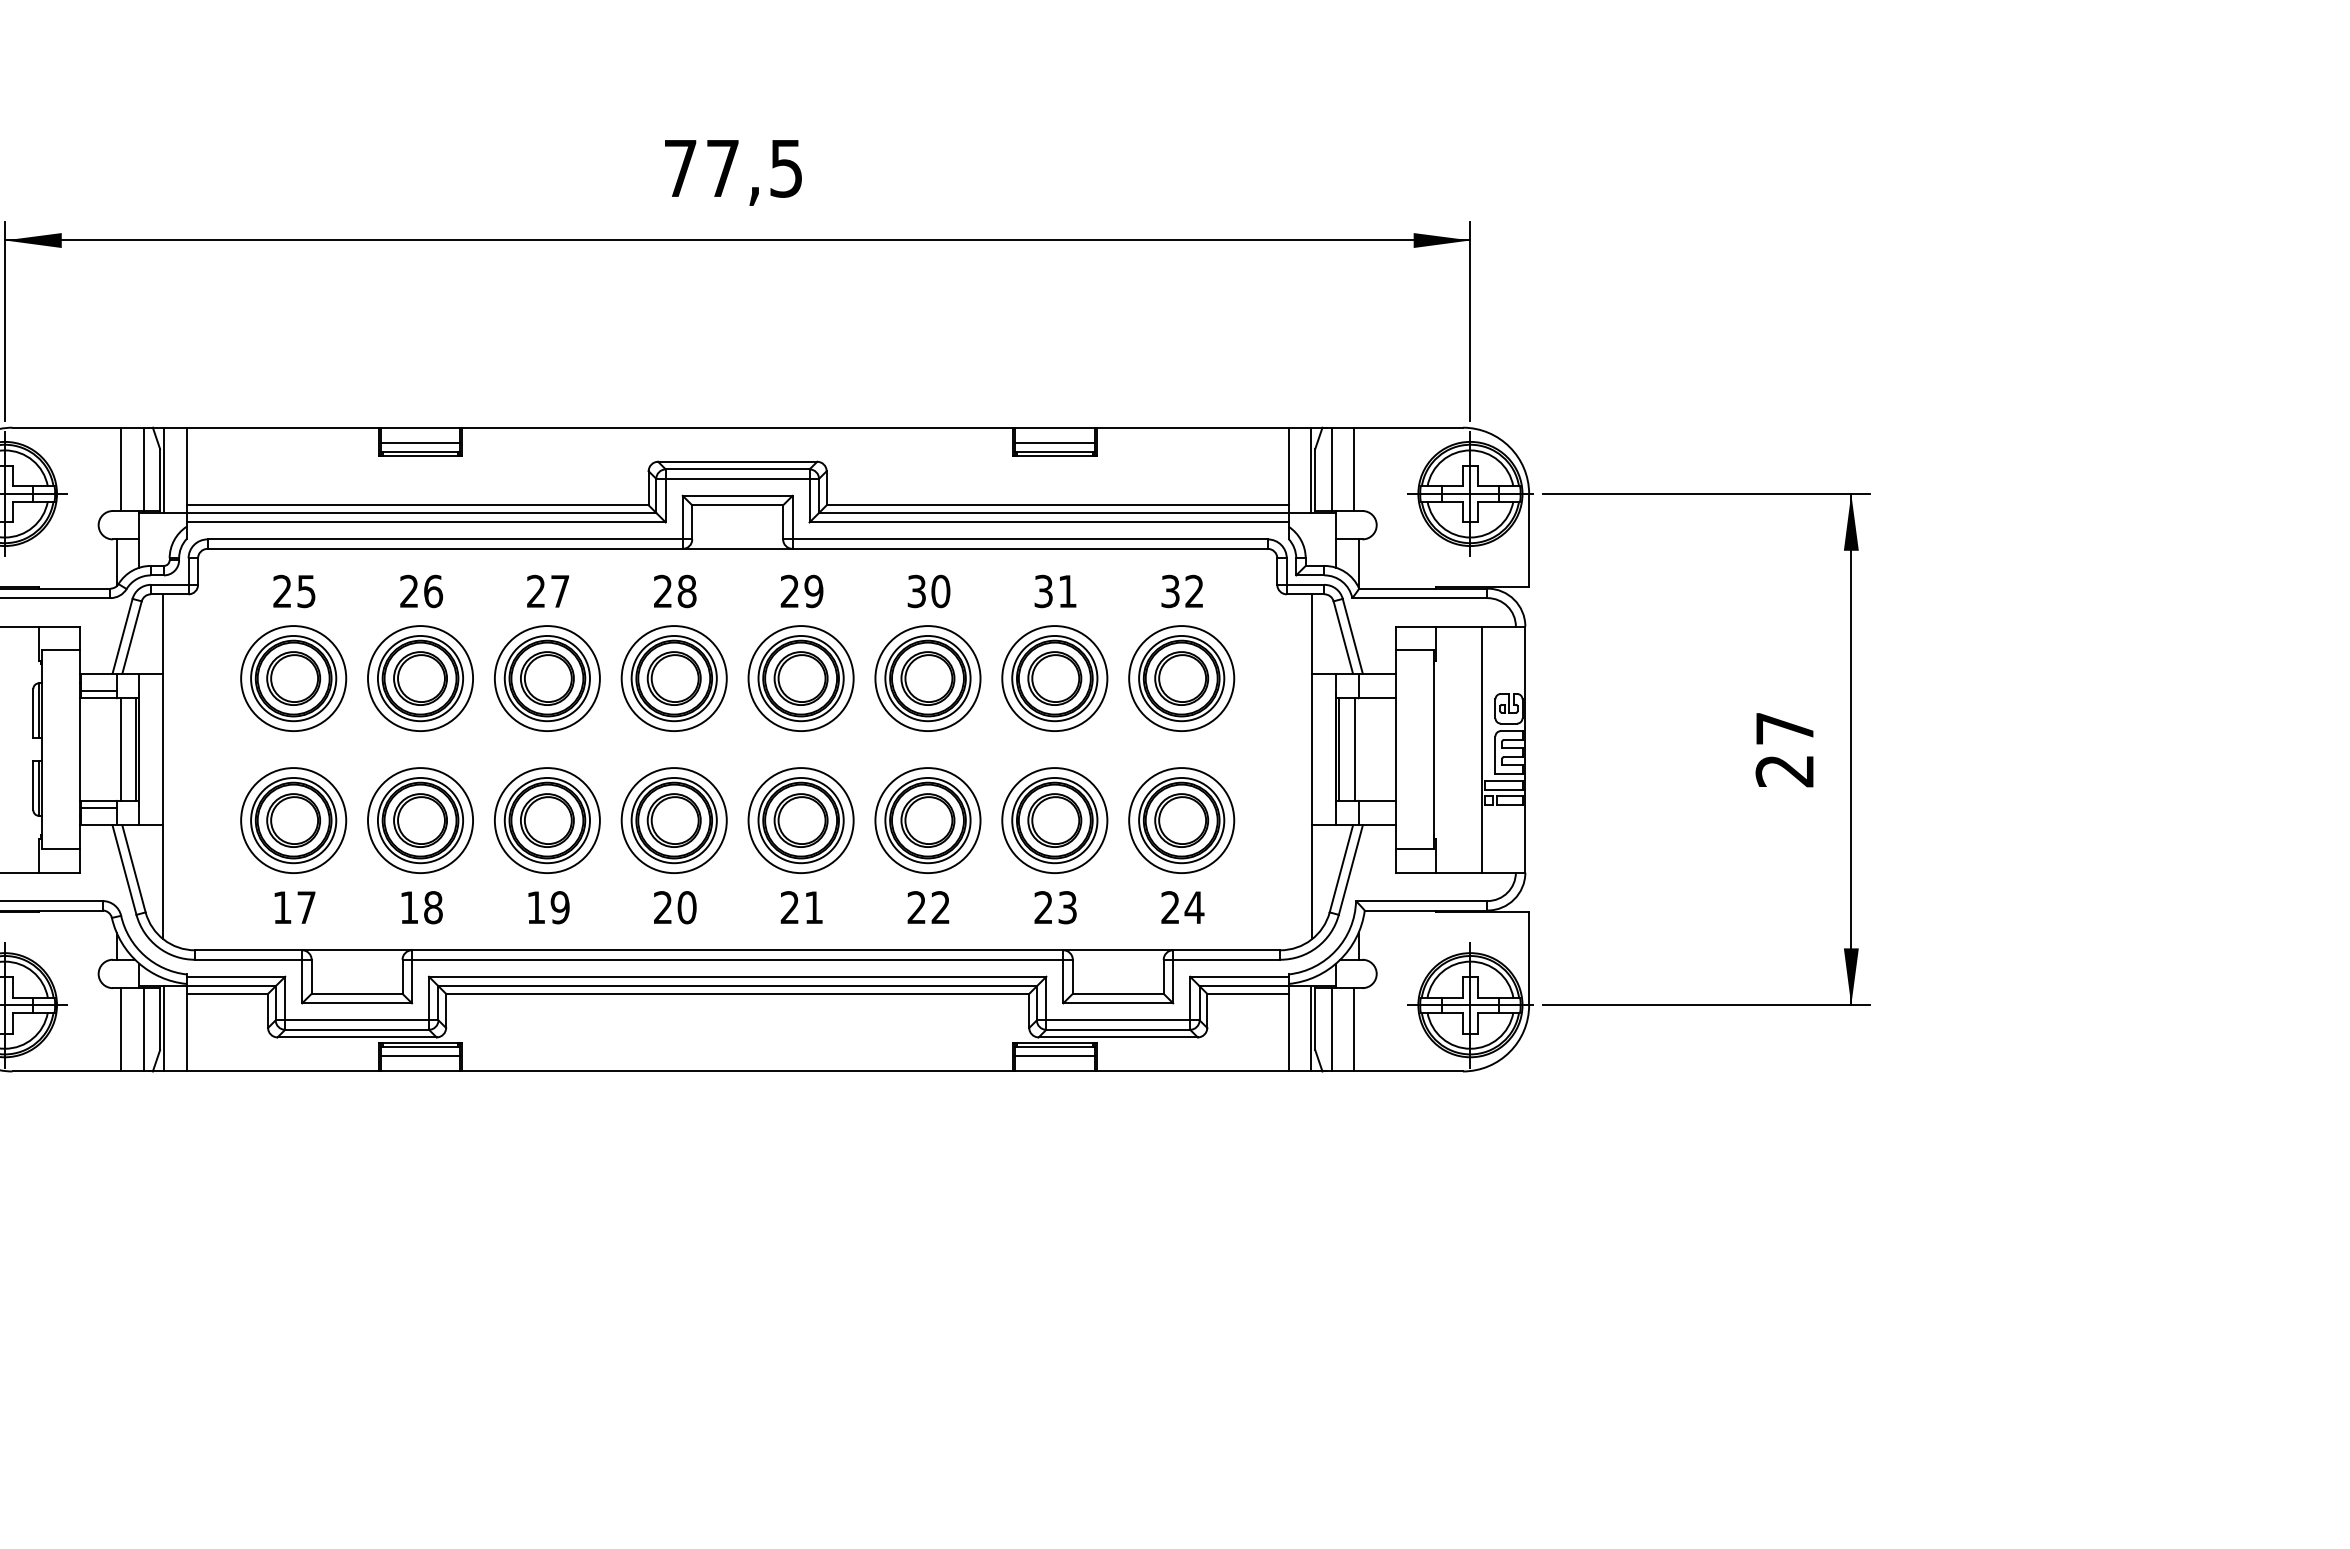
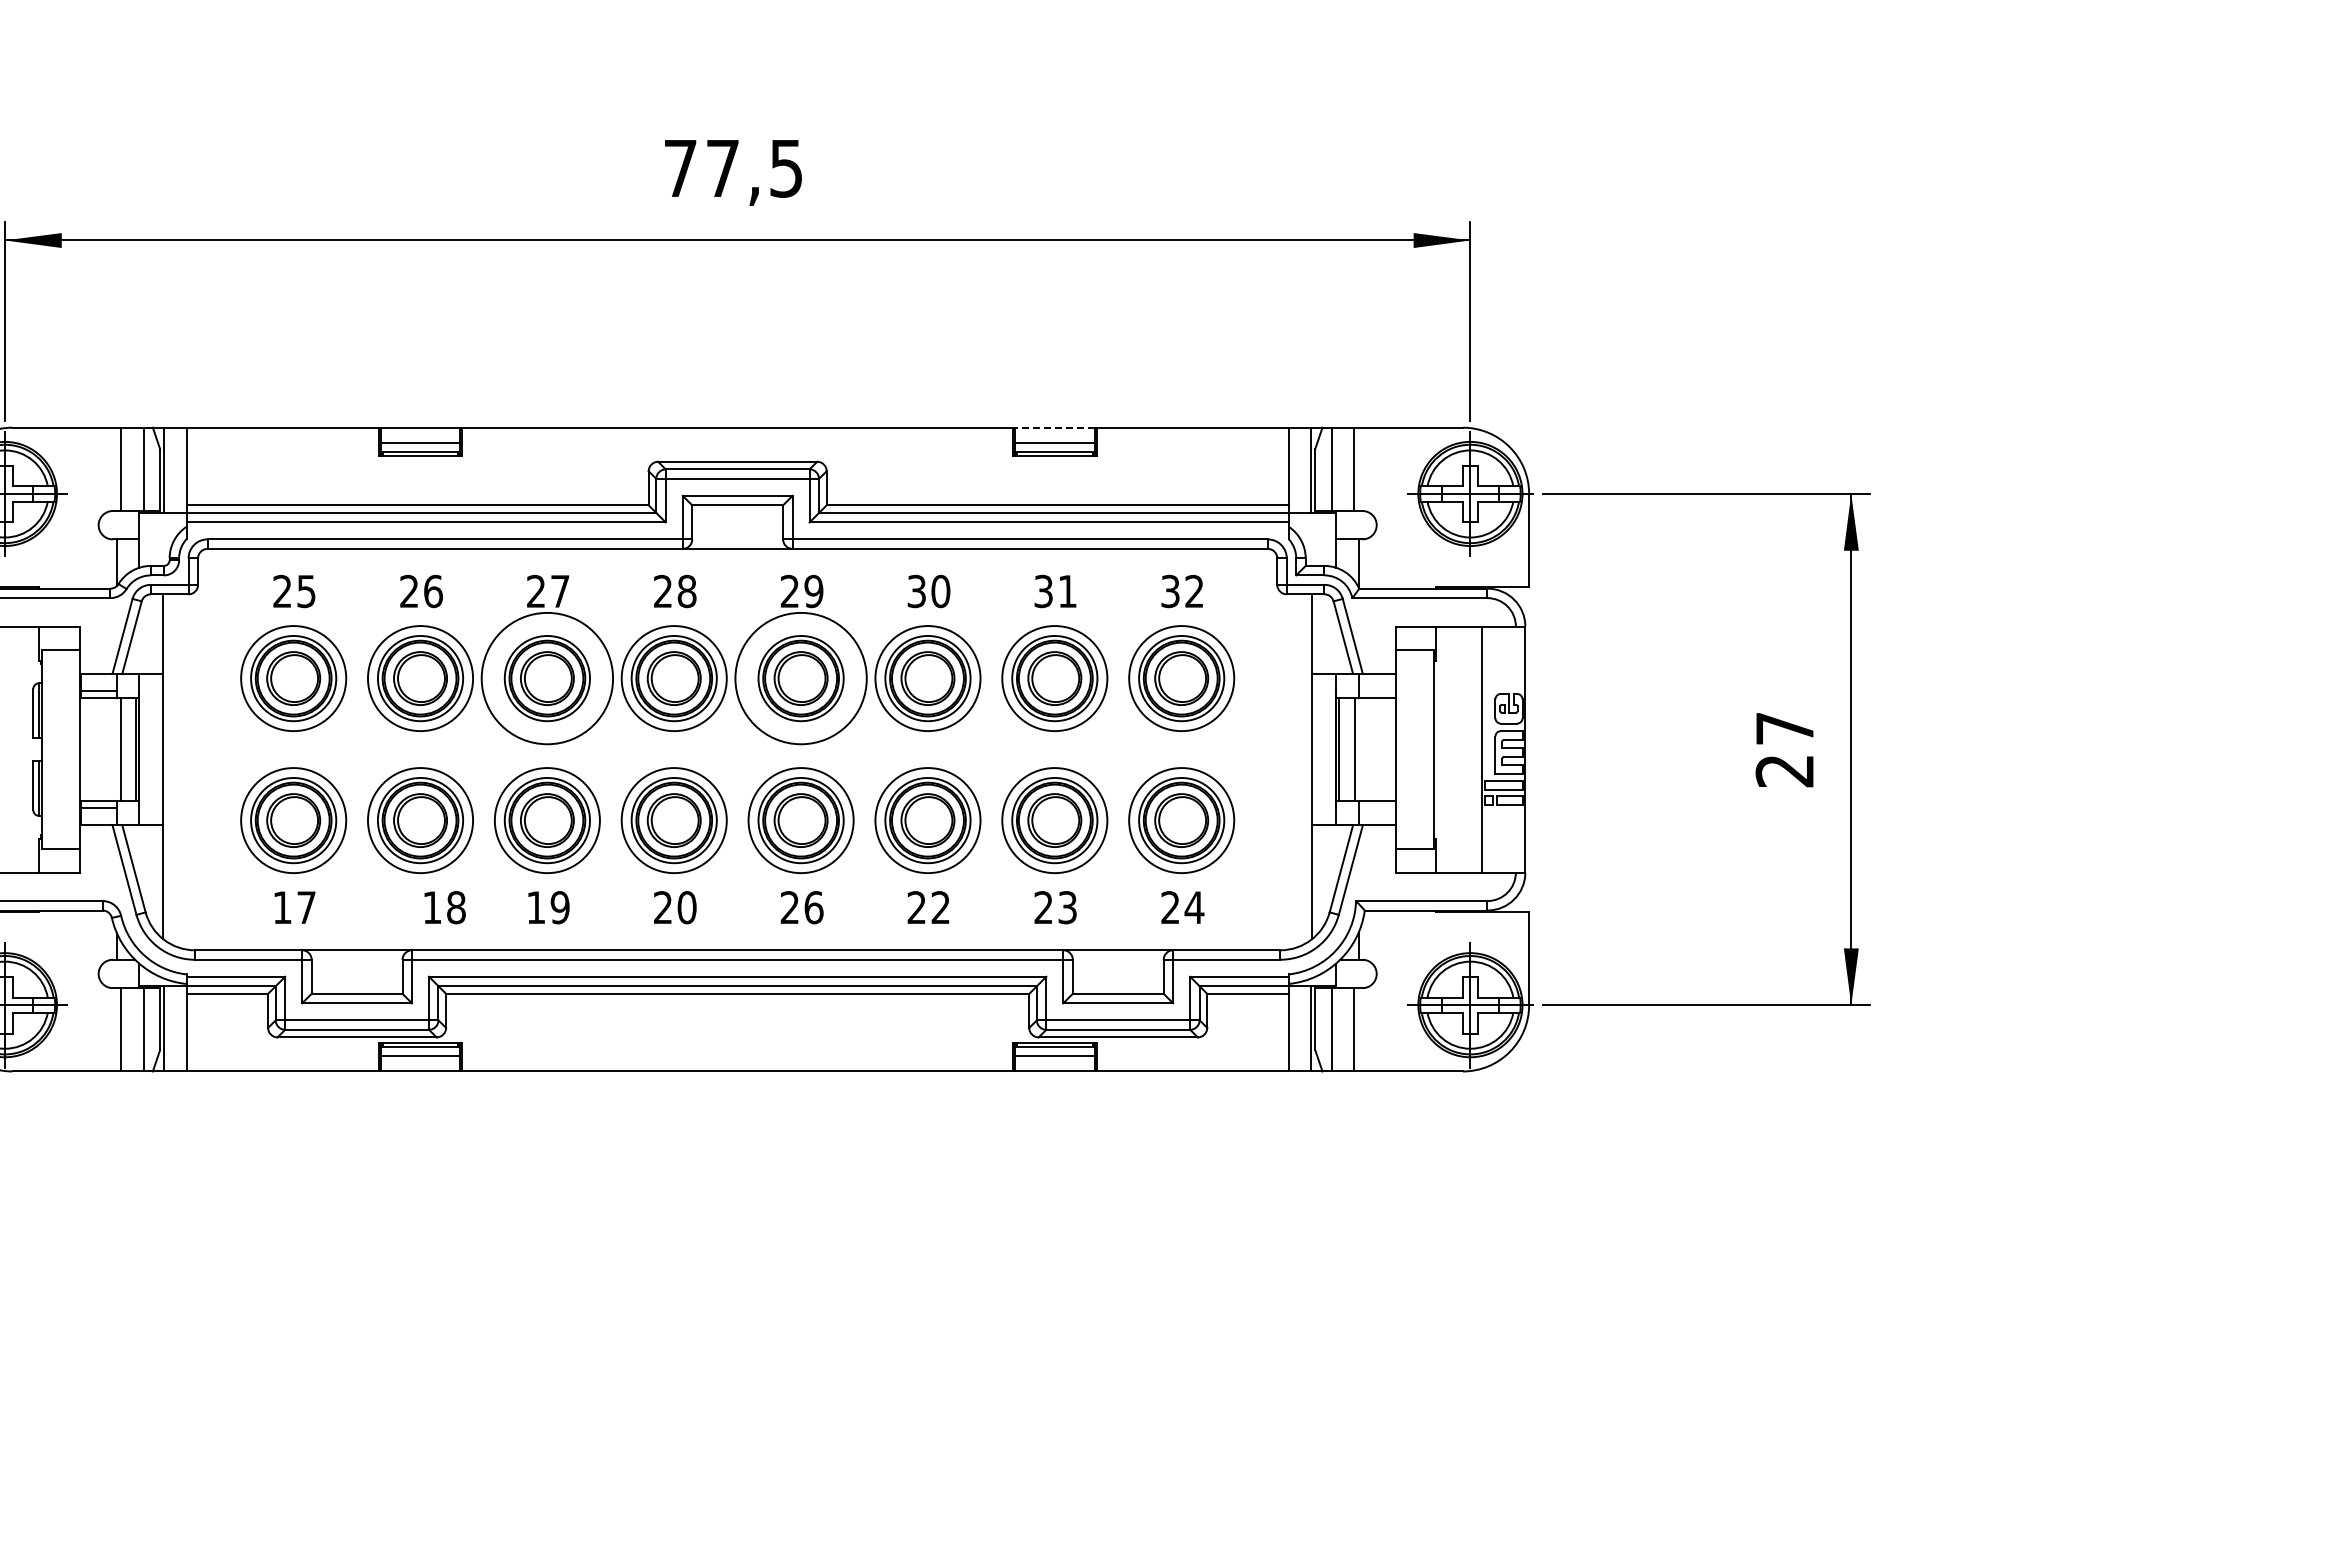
line at (1054, 427): solid -> dashed
circle at (546, 678) diameter: 105 px -> 131 px
circle at (800, 678) diameter: 105 px -> 131 px
text at (421, 907) position: (421, 907) -> (444, 907)
text at (813, 907): 21 -> 26
